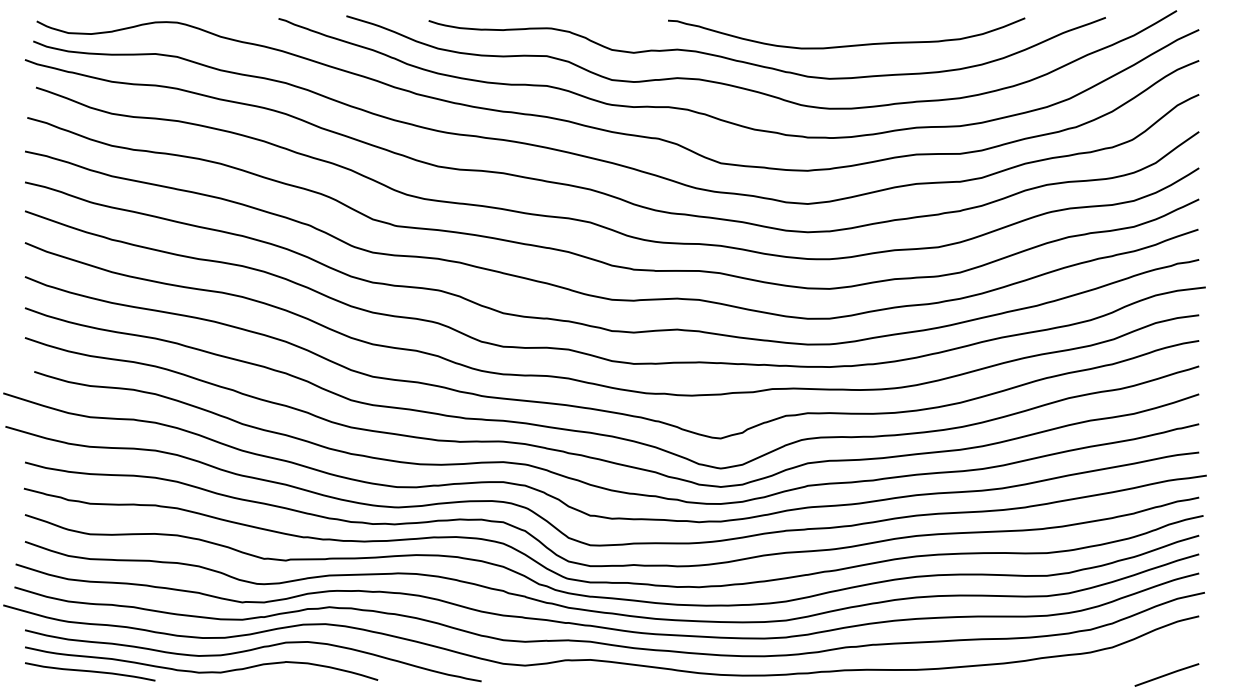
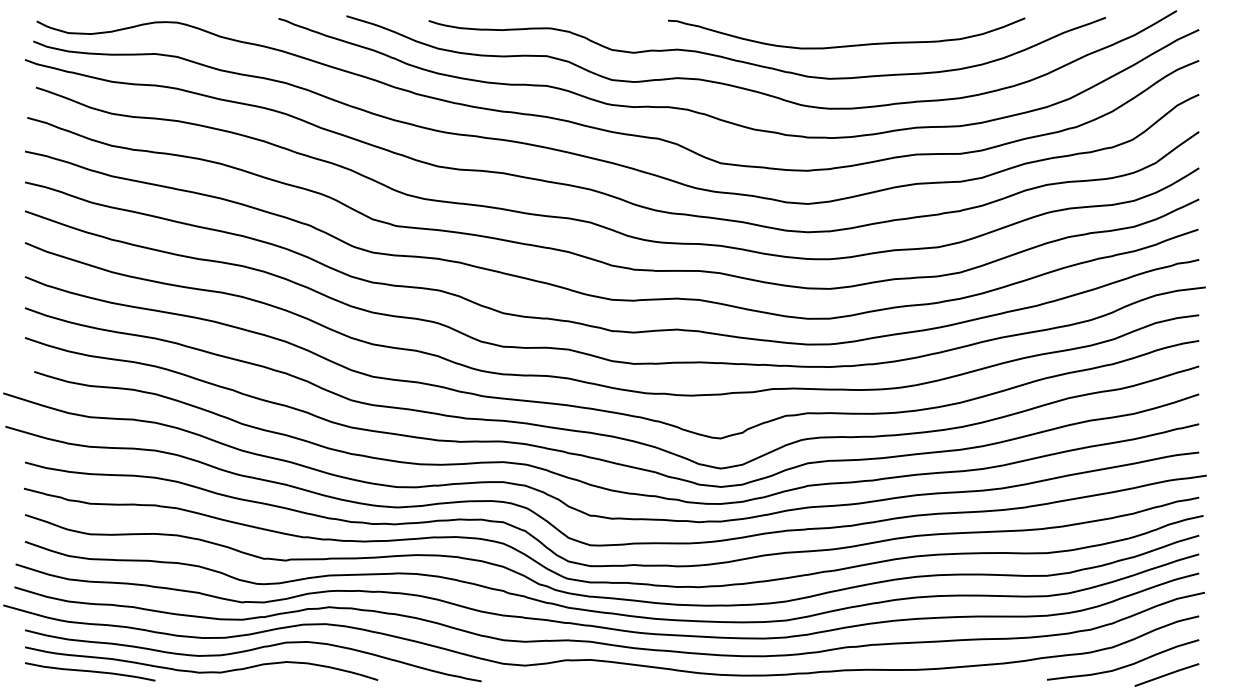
curve at (1124, 665): none -> present
